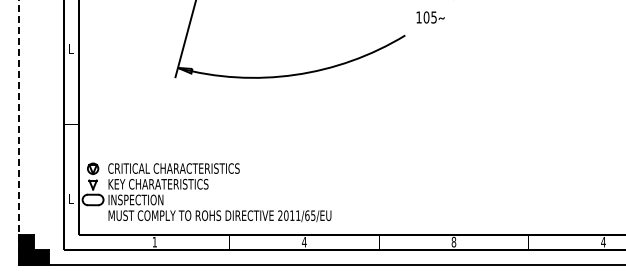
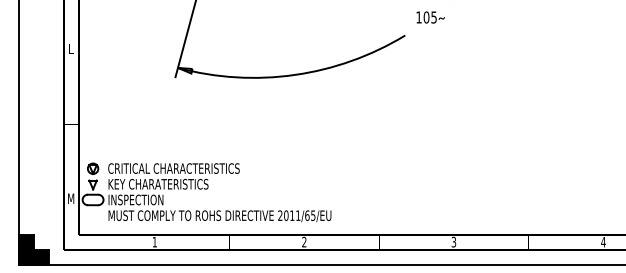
line at (18, 132): dashed -> solid
text at (71, 198): L -> M
text at (304, 241): 4 -> 2
text at (453, 242): 8 -> 3
